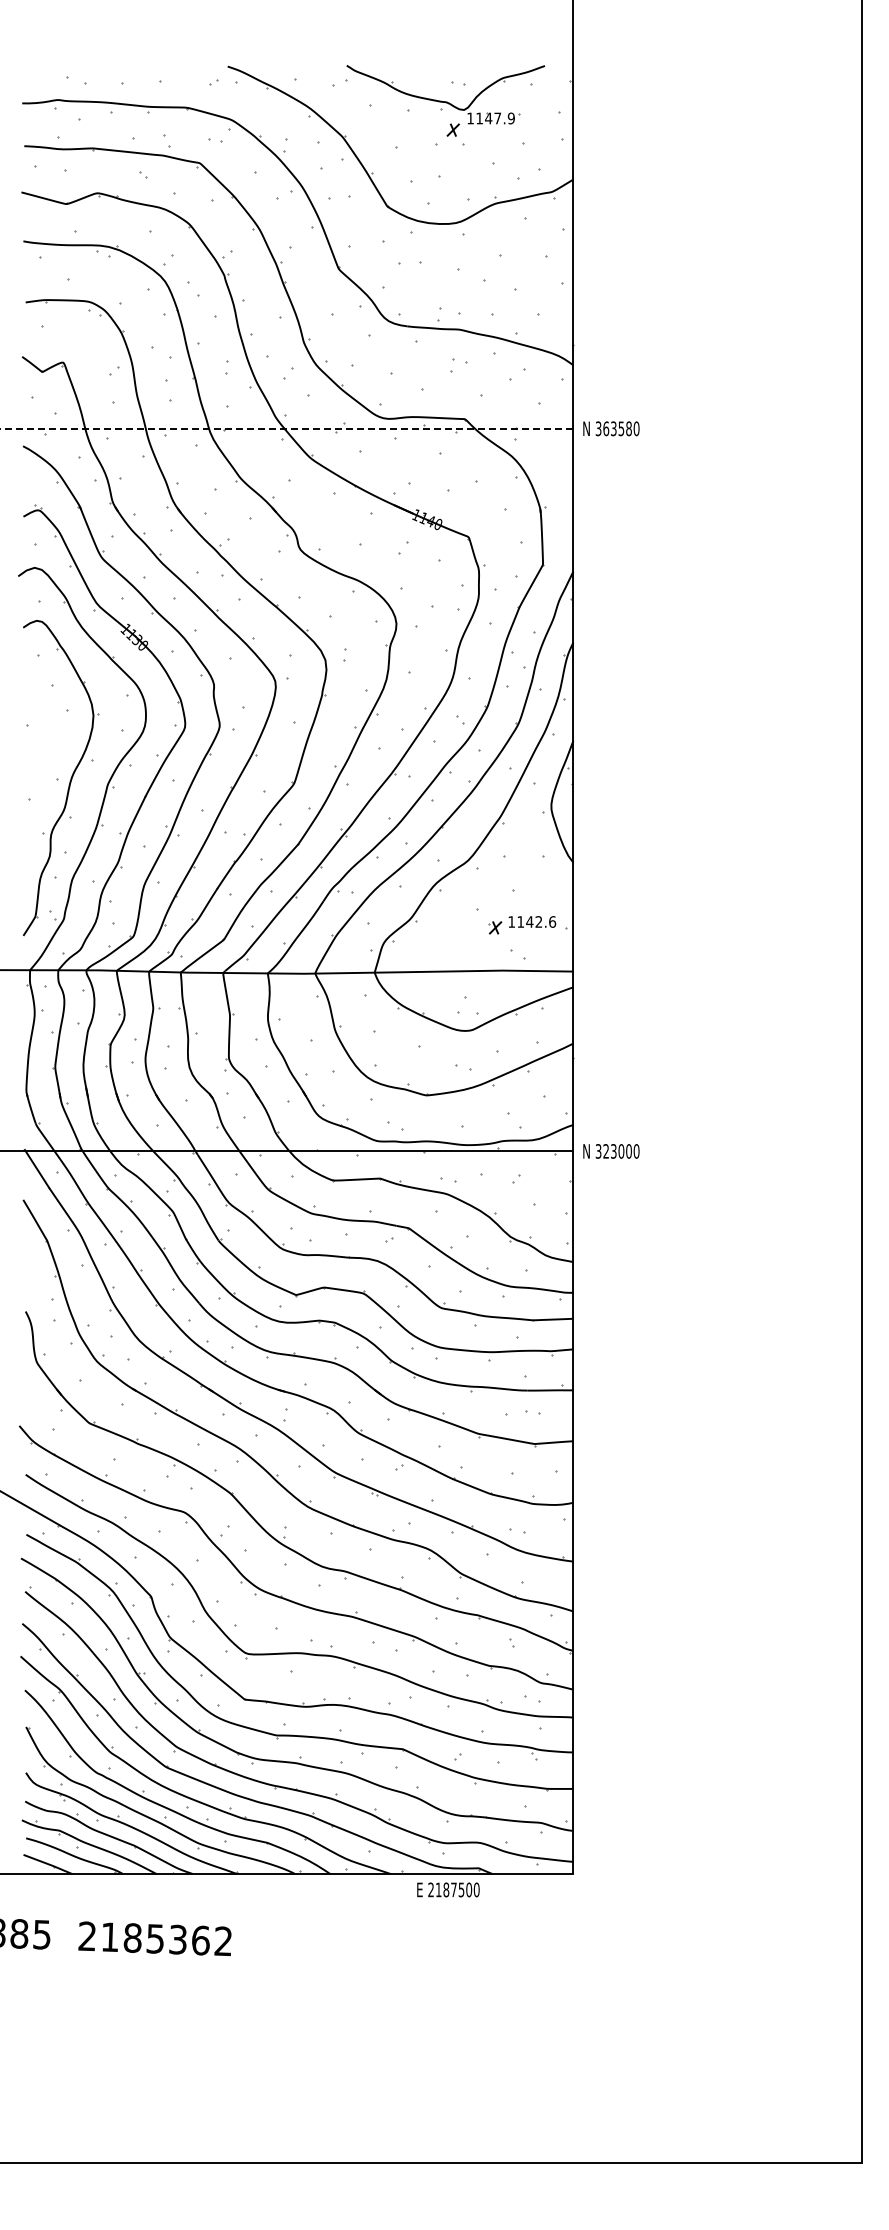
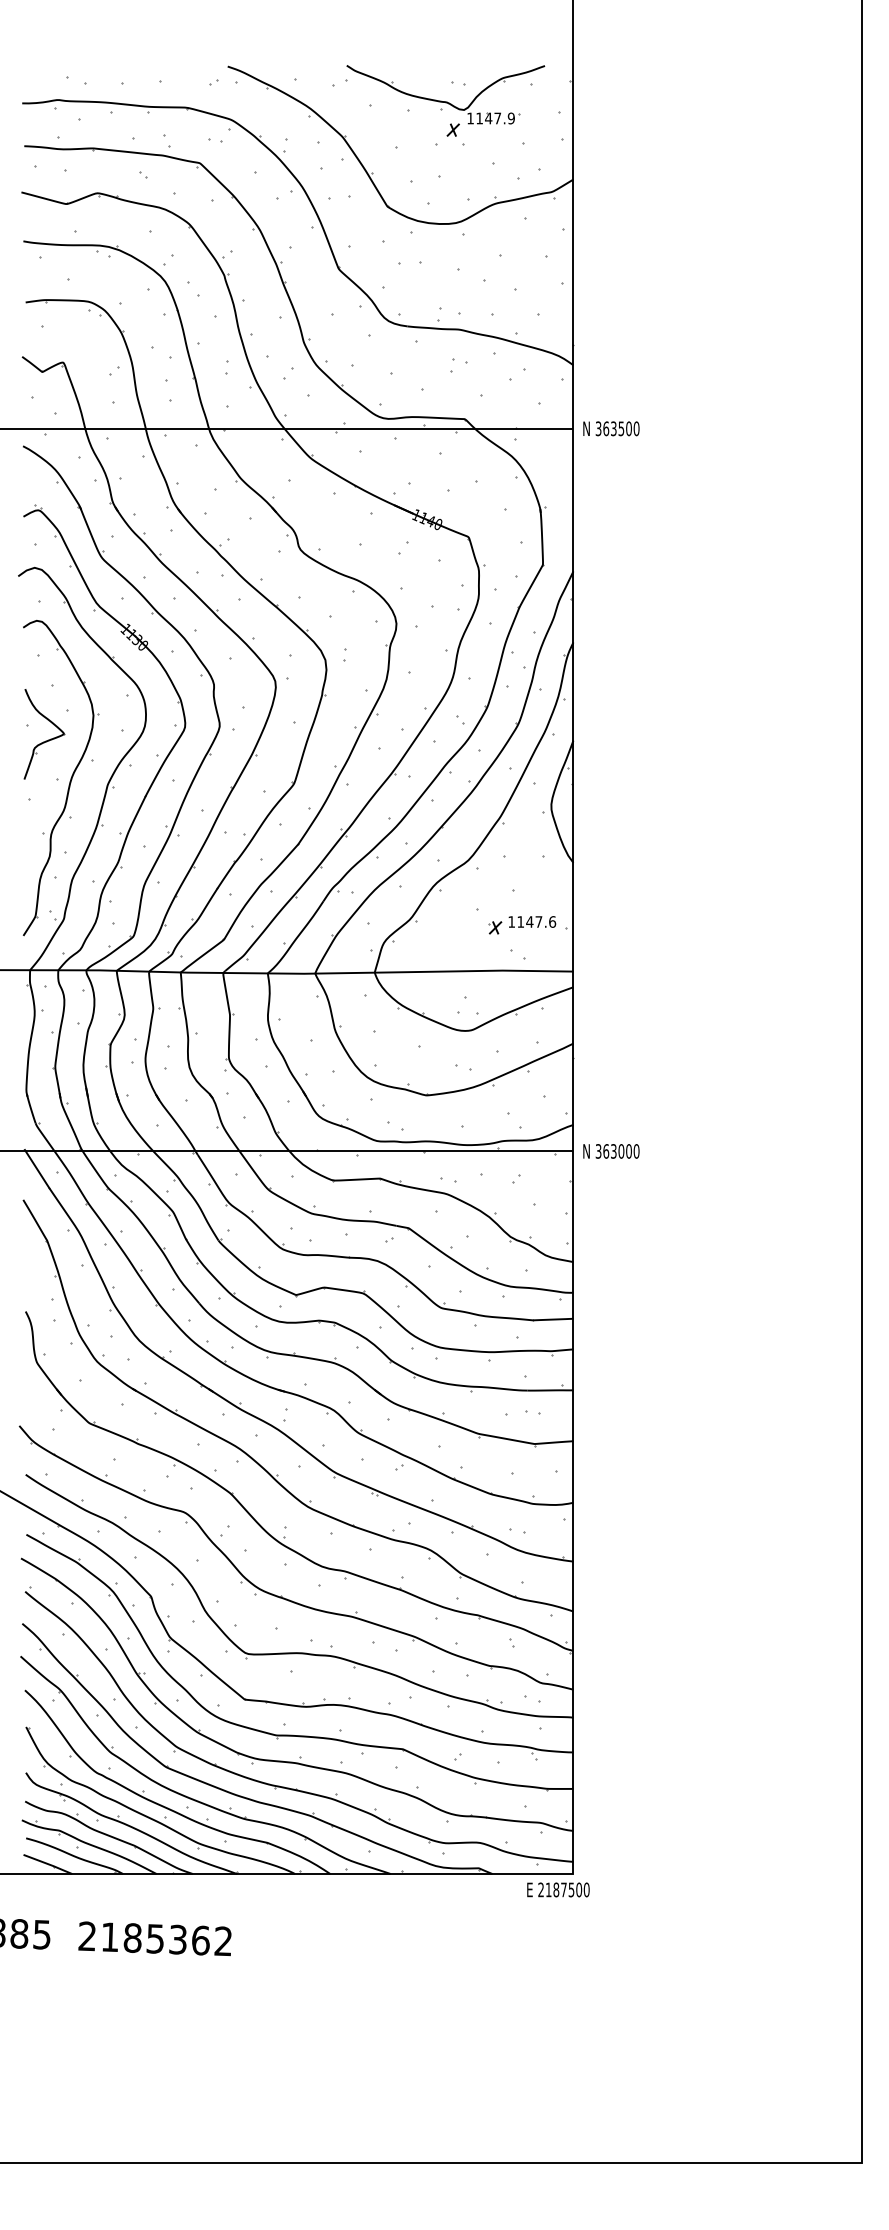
line at (286, 428): dashed -> solid
text at (628, 428): 363580 -> 363500
part at (45, 740): none -> present
text at (538, 921): 1142.6 -> 1147.6
text at (606, 1151): 323000 -> 363000
text at (448, 1889) position: (448, 1889) -> (558, 1889)
